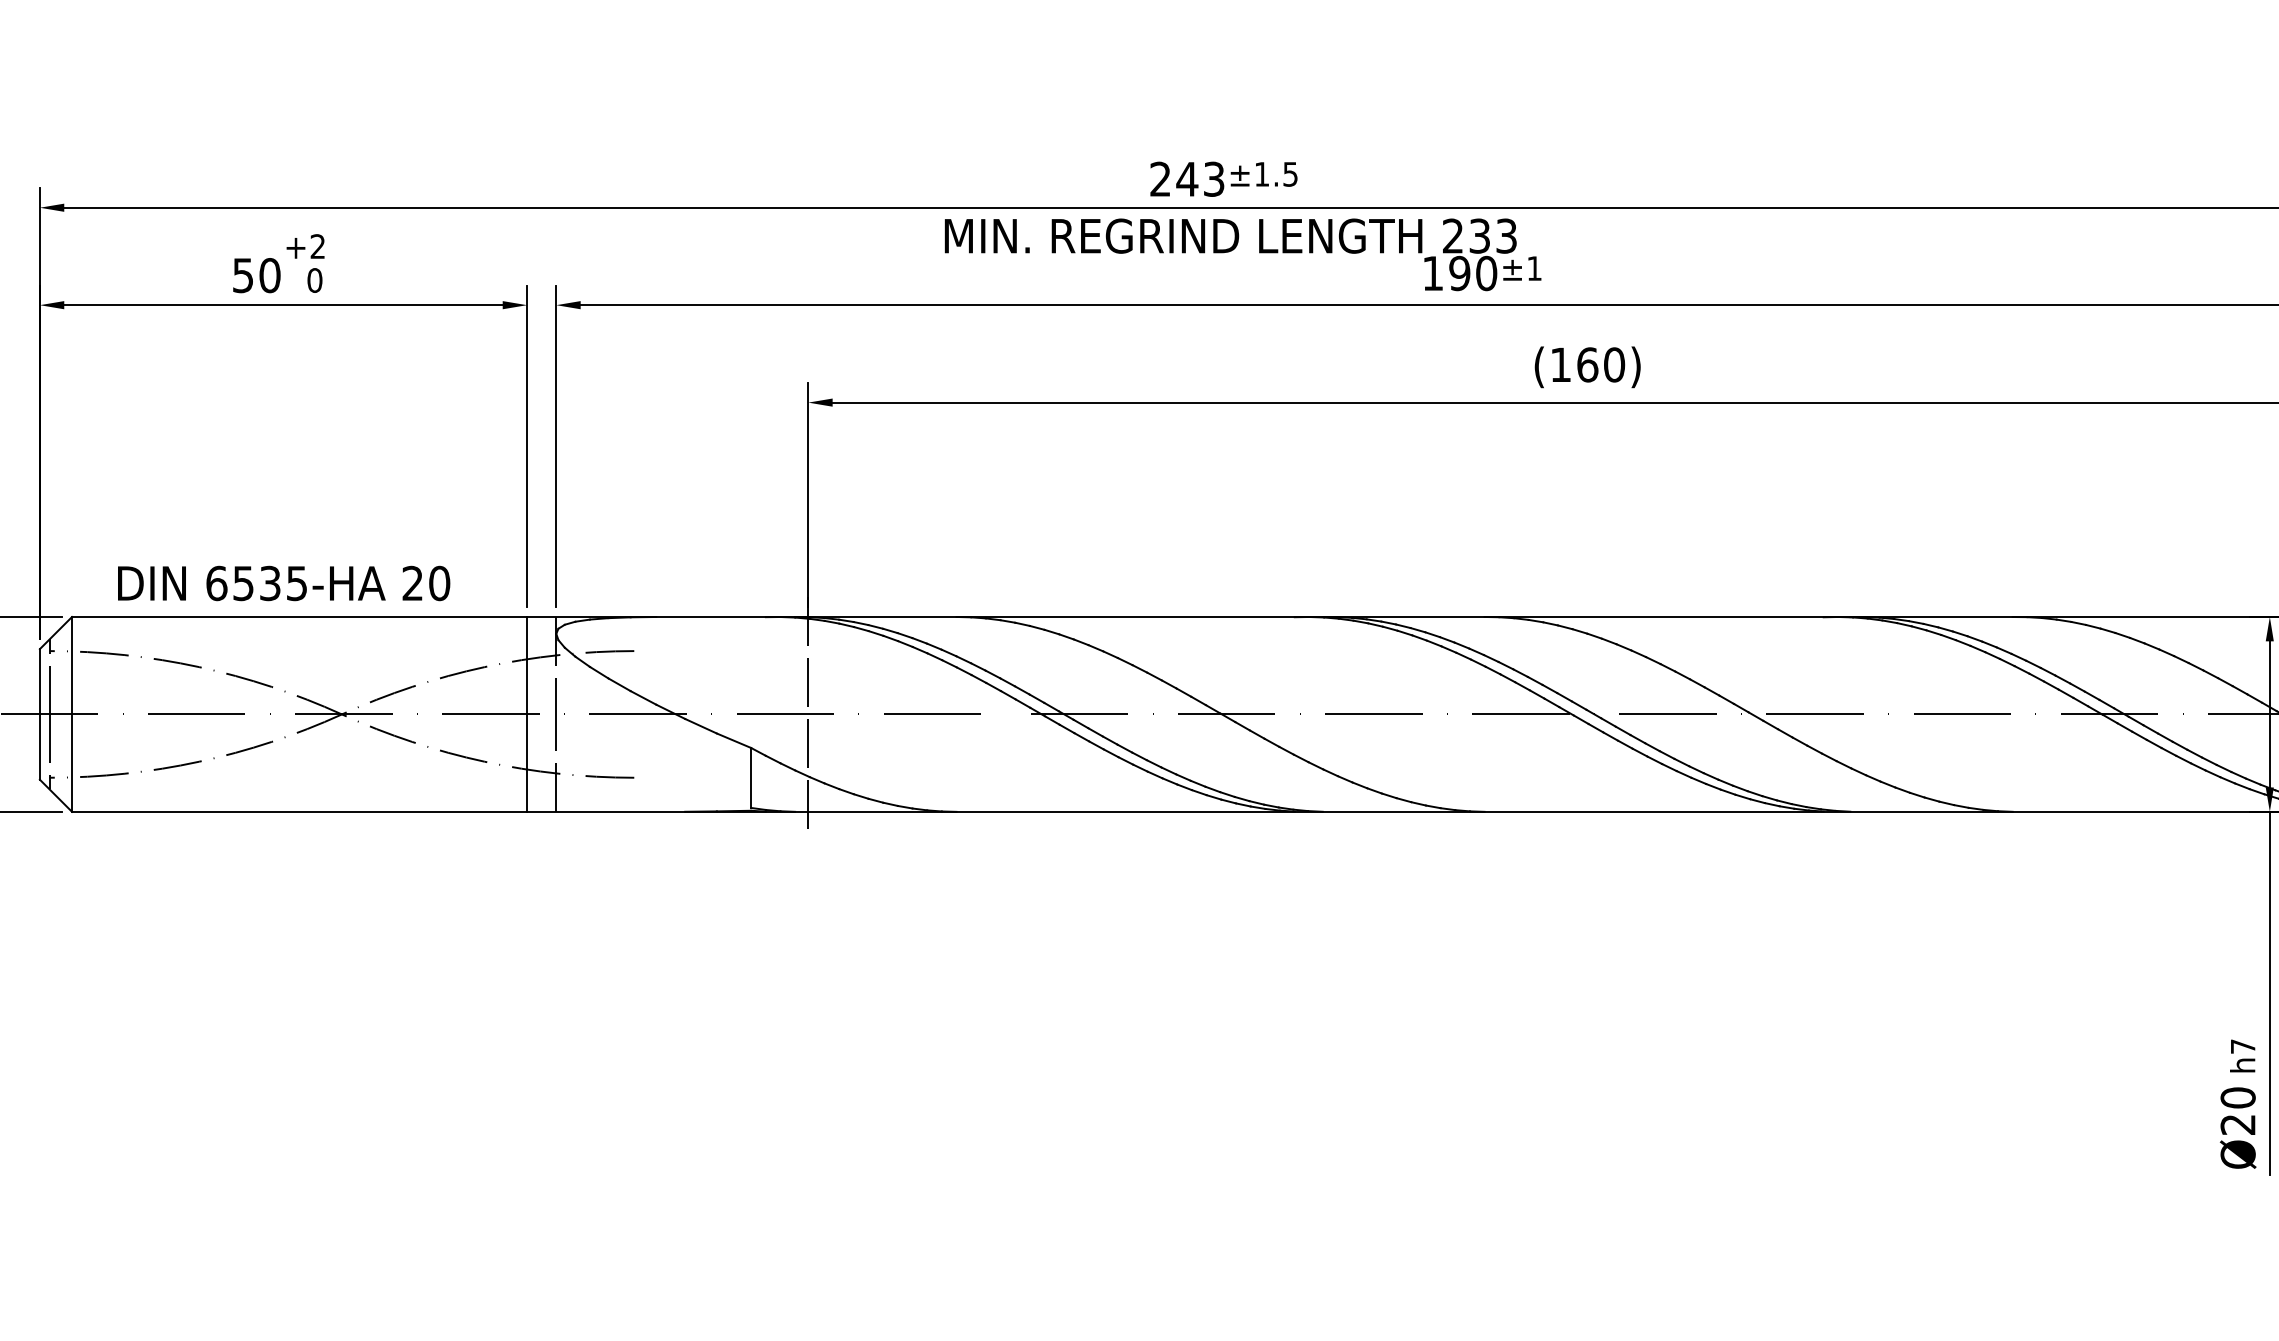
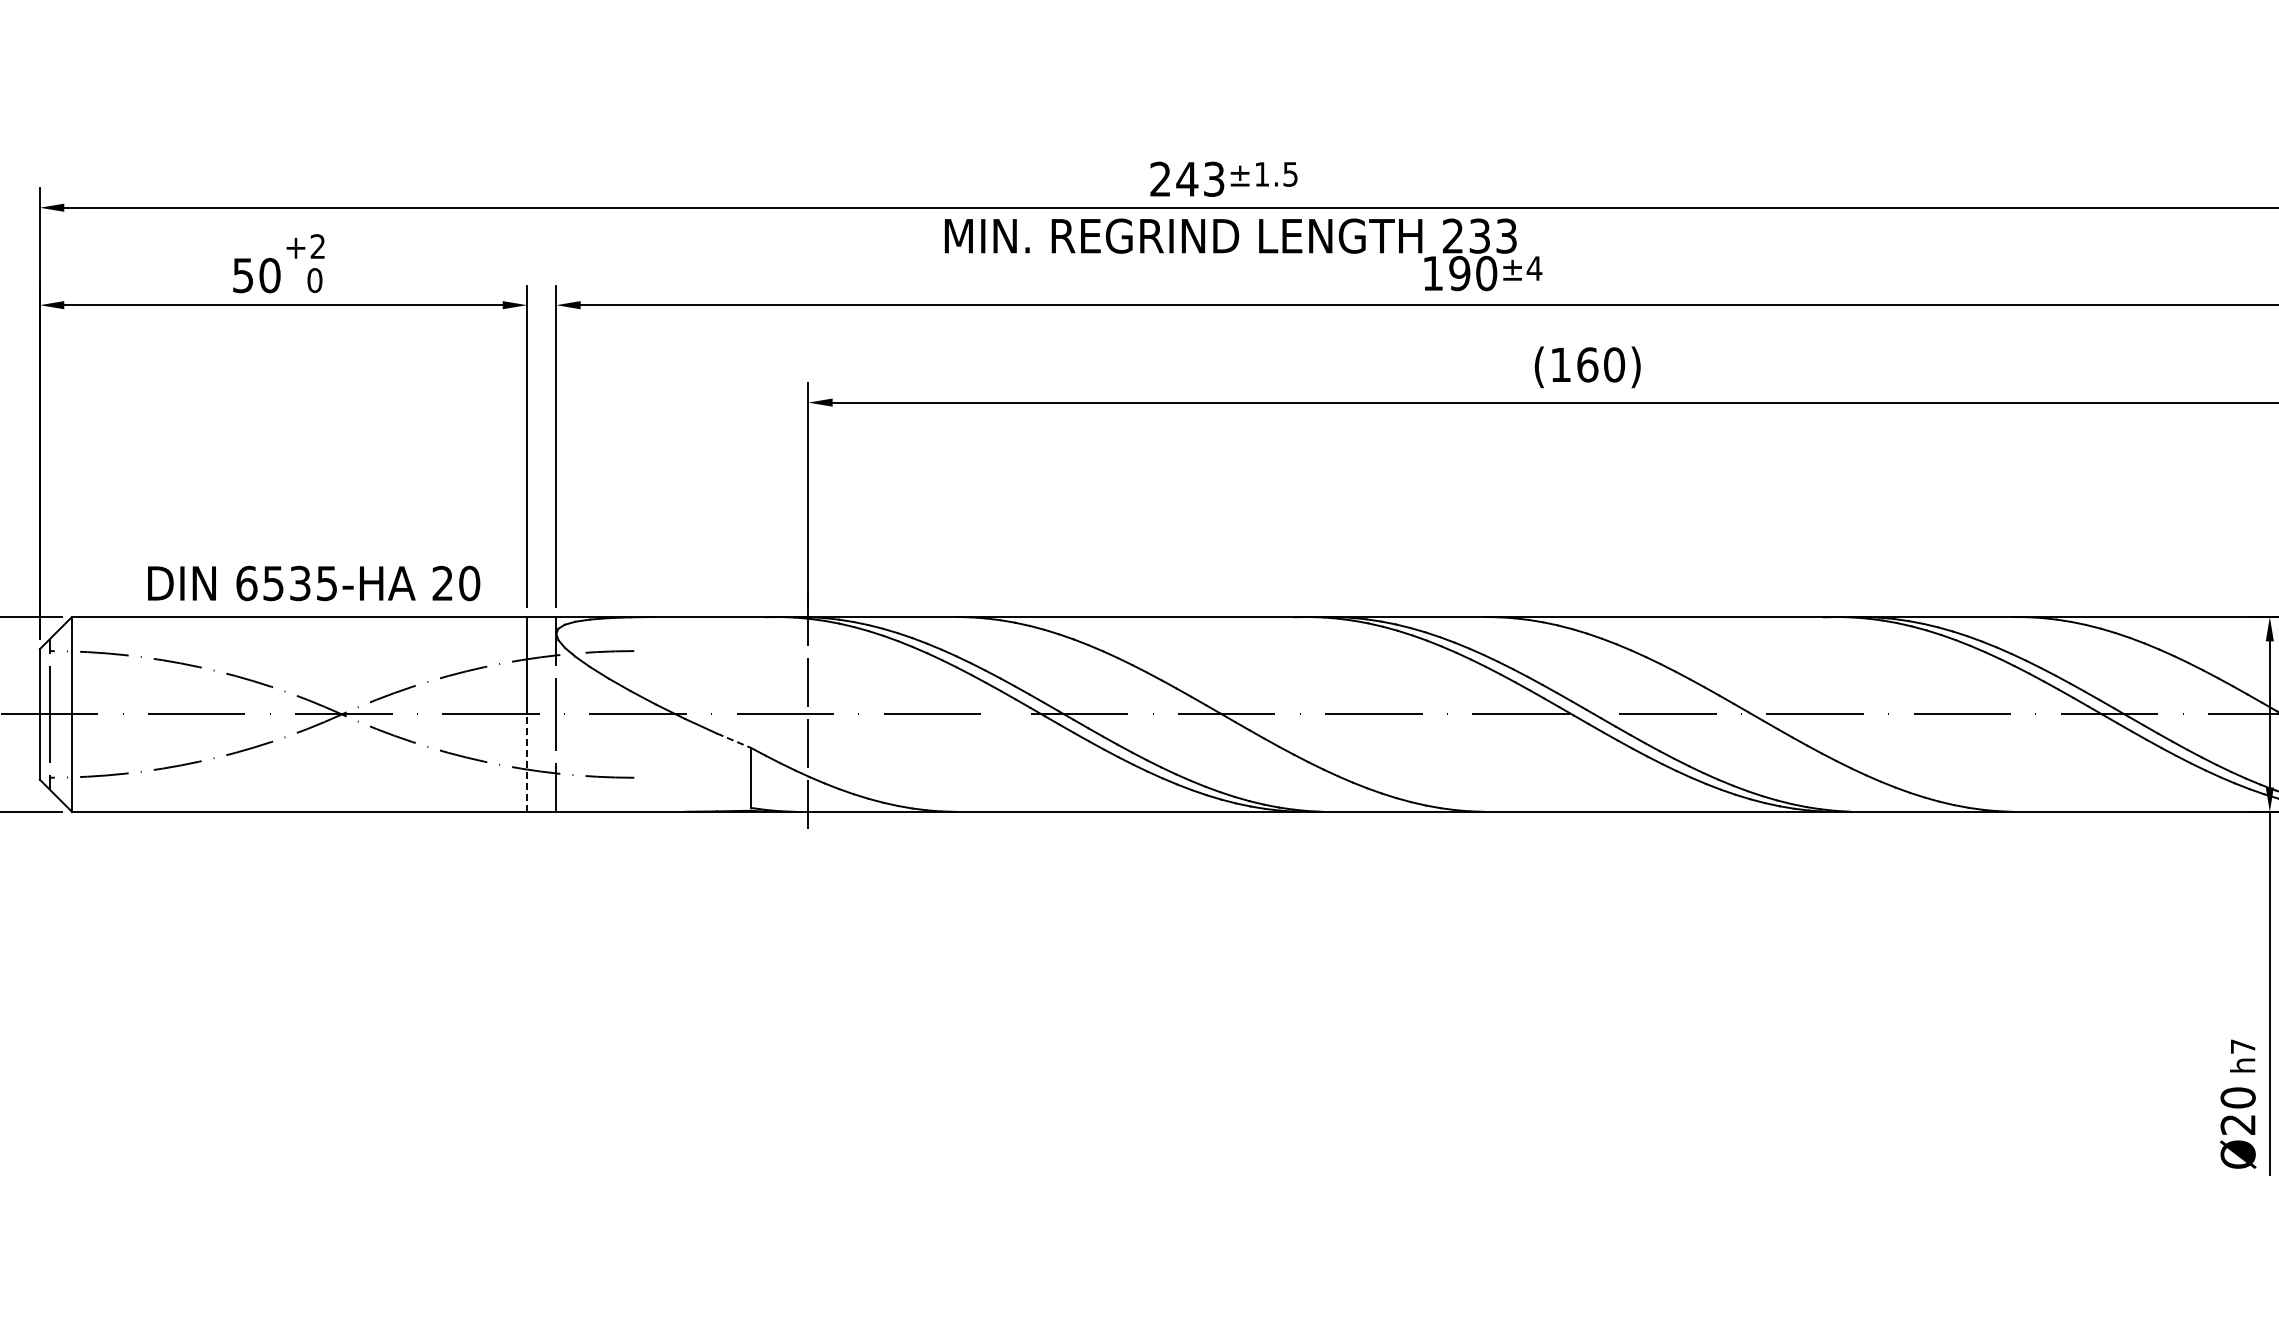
text at (1534, 268): ±1 -> ±4
text at (284, 583) position: (284, 583) -> (314, 583)
line at (734, 740): solid -> dashed
line at (527, 763): solid -> dashed
